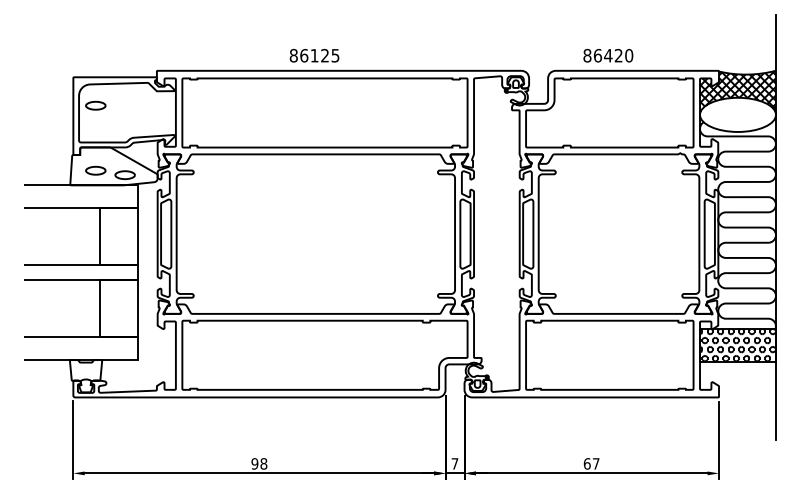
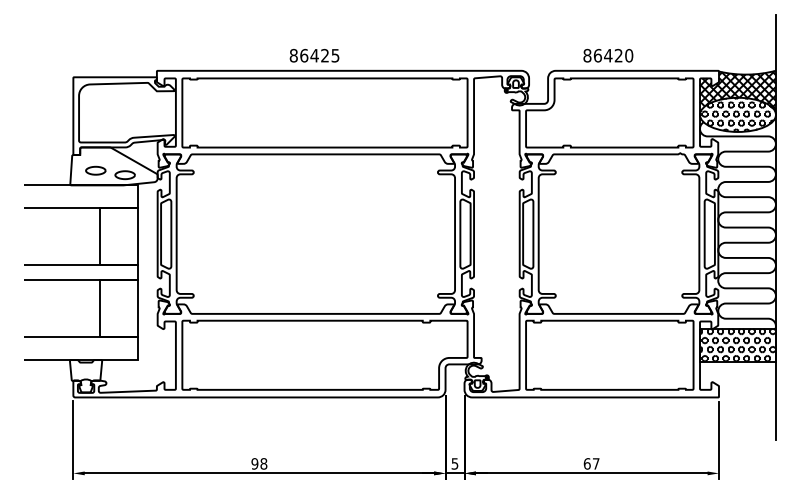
text at (314, 55): 86125 -> 86425
part at (95, 105): present -> none
hatch at (738, 114): none -> present
text at (454, 463): 7 -> 5
